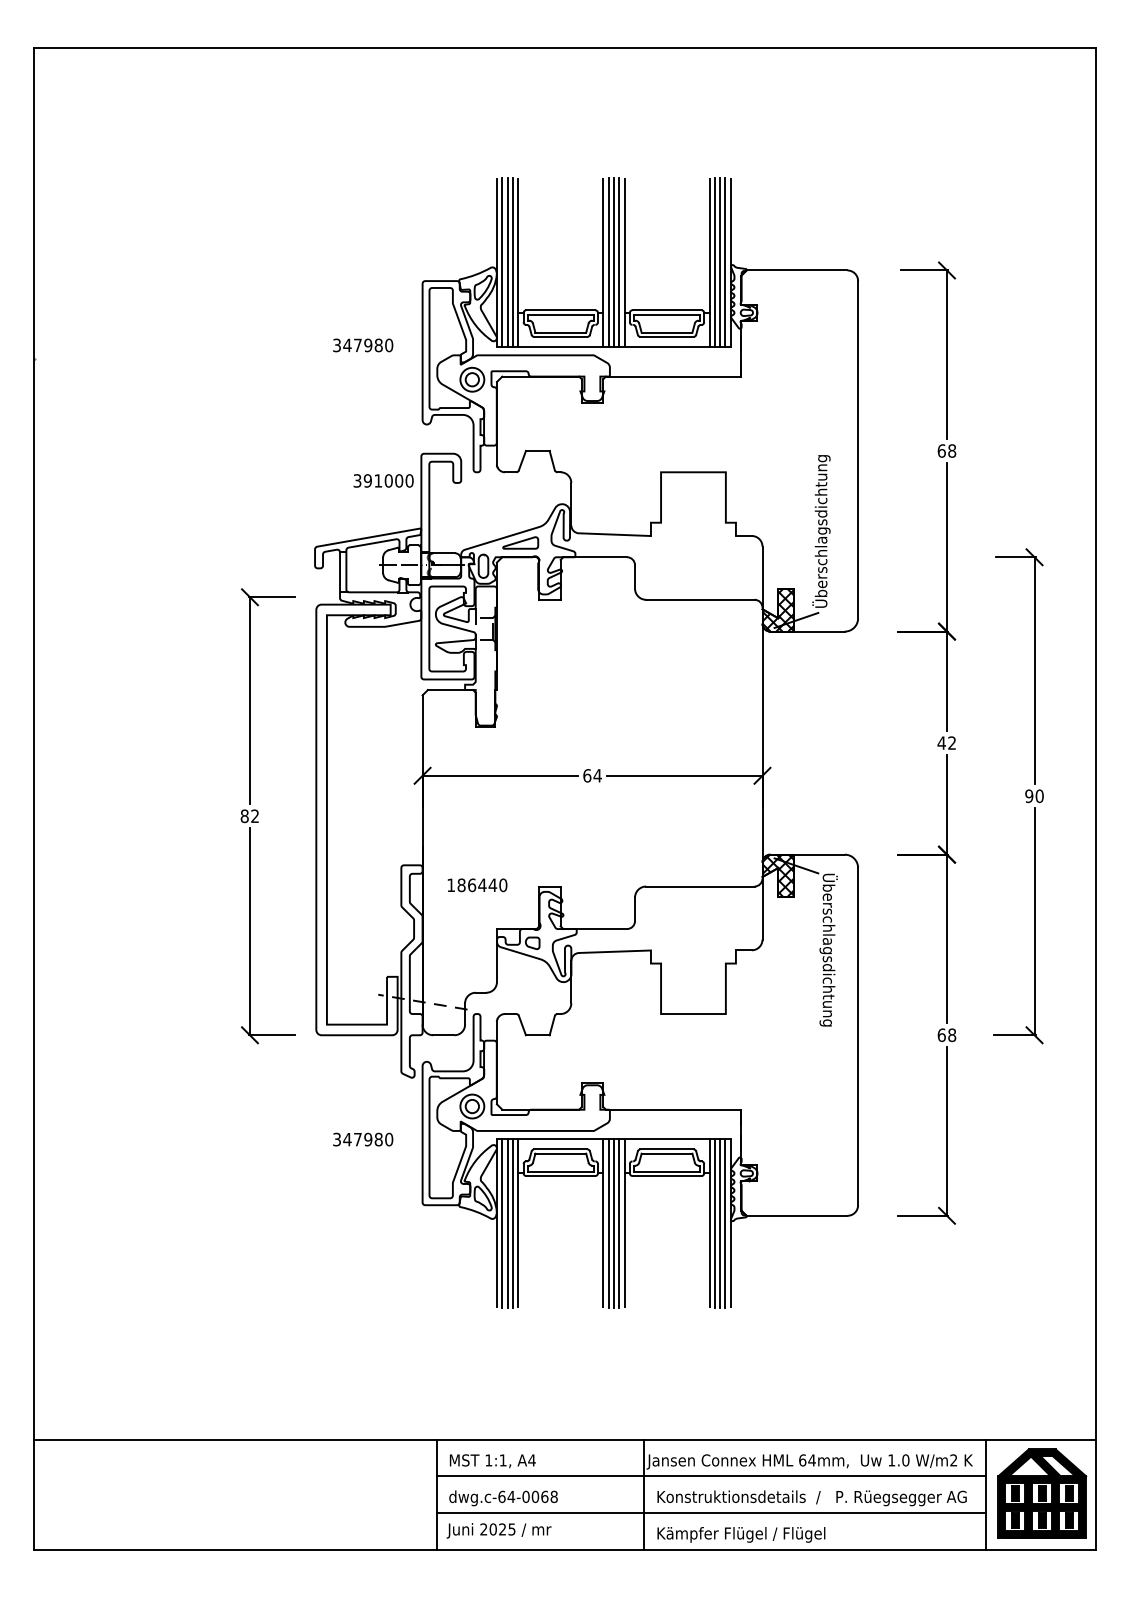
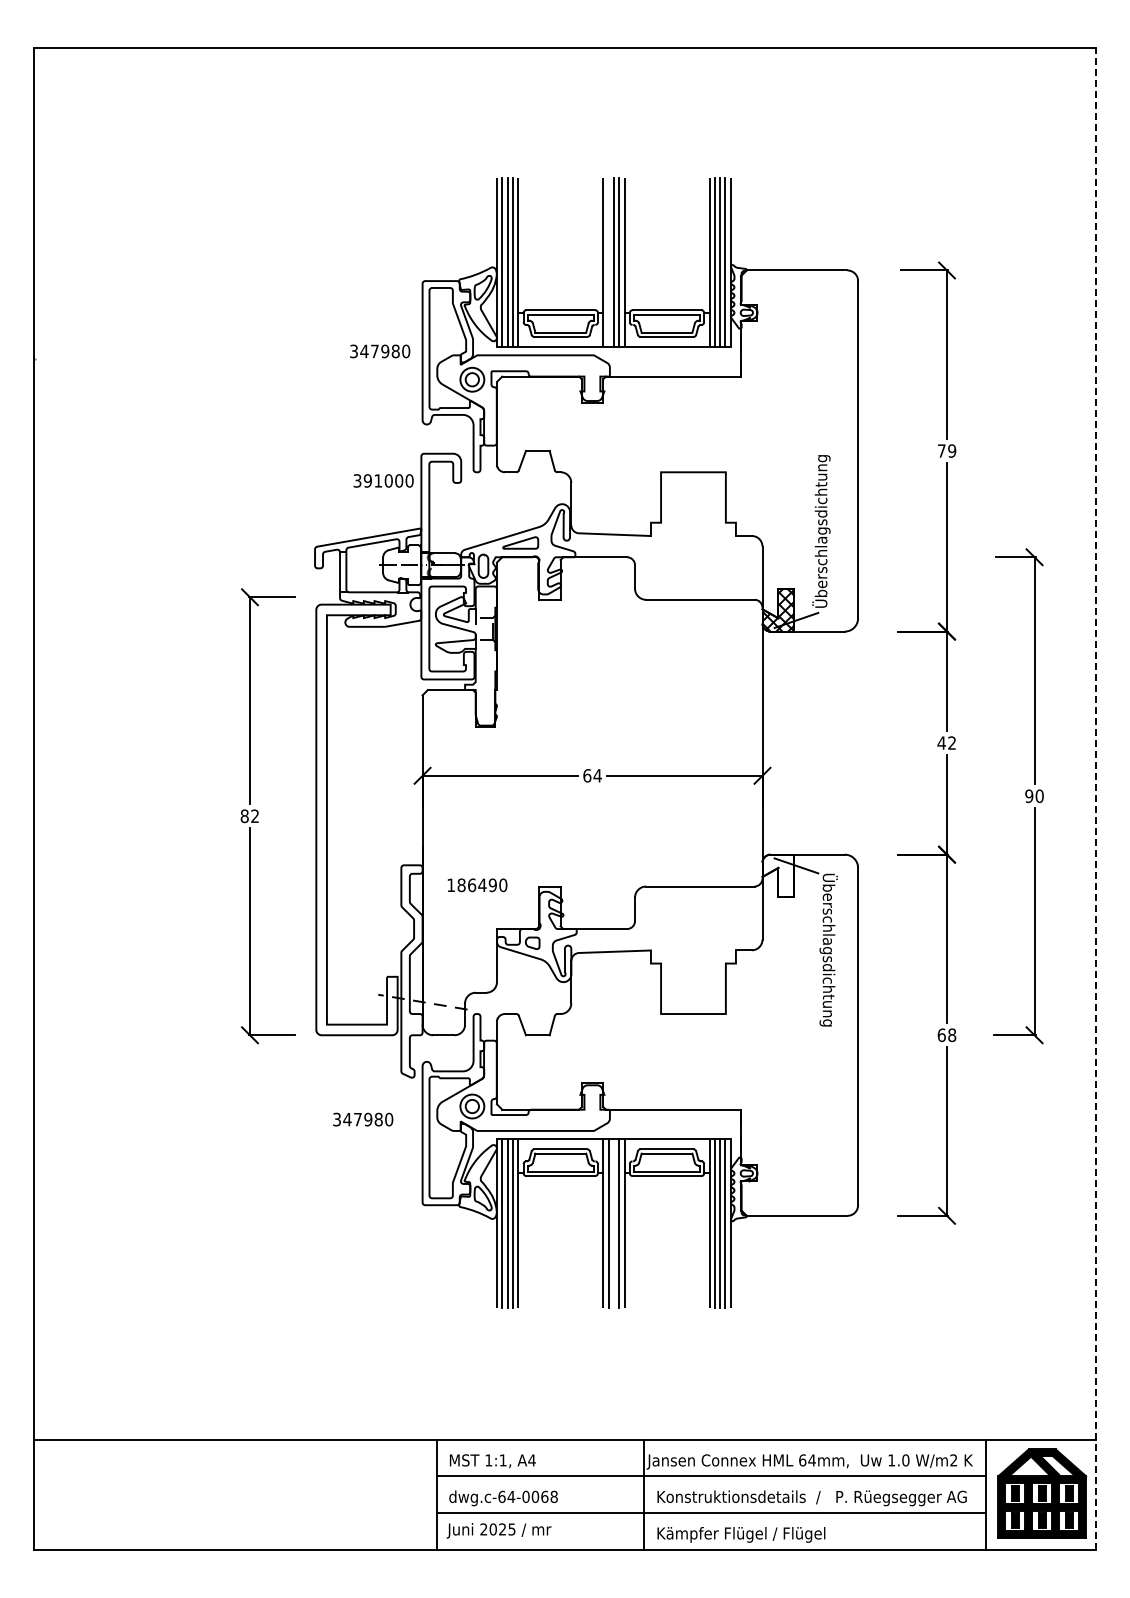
line at (608, 262): present -> none
text at (363, 345) position: (363, 345) -> (380, 351)
text at (946, 450): 68 -> 79
line at (1096, 798): solid -> dashed
hatch at (778, 875): present -> none
text at (492, 885): 186440 -> 186490
text at (363, 1139) position: (363, 1139) -> (363, 1119)
line at (613, 1223): present -> none
